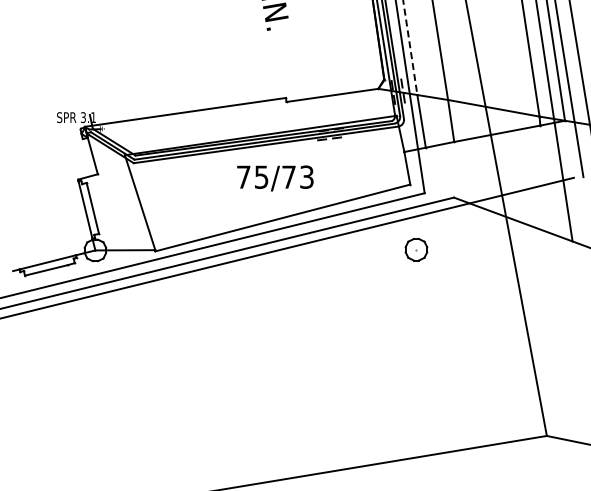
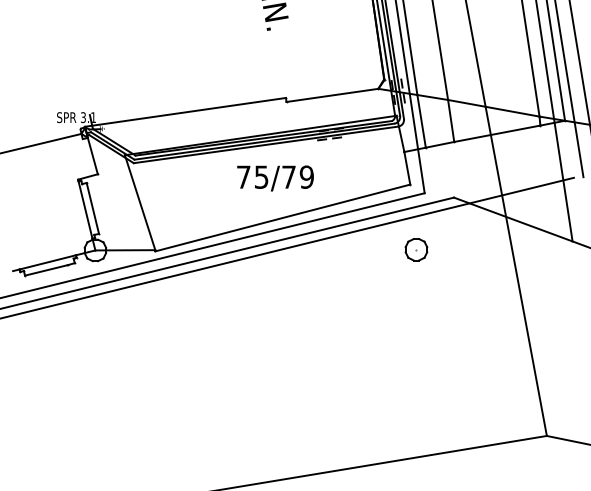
line at (410, 47): dashed -> solid
line at (41, 142): none -> present
text at (306, 176): 75/73 -> 75/79
